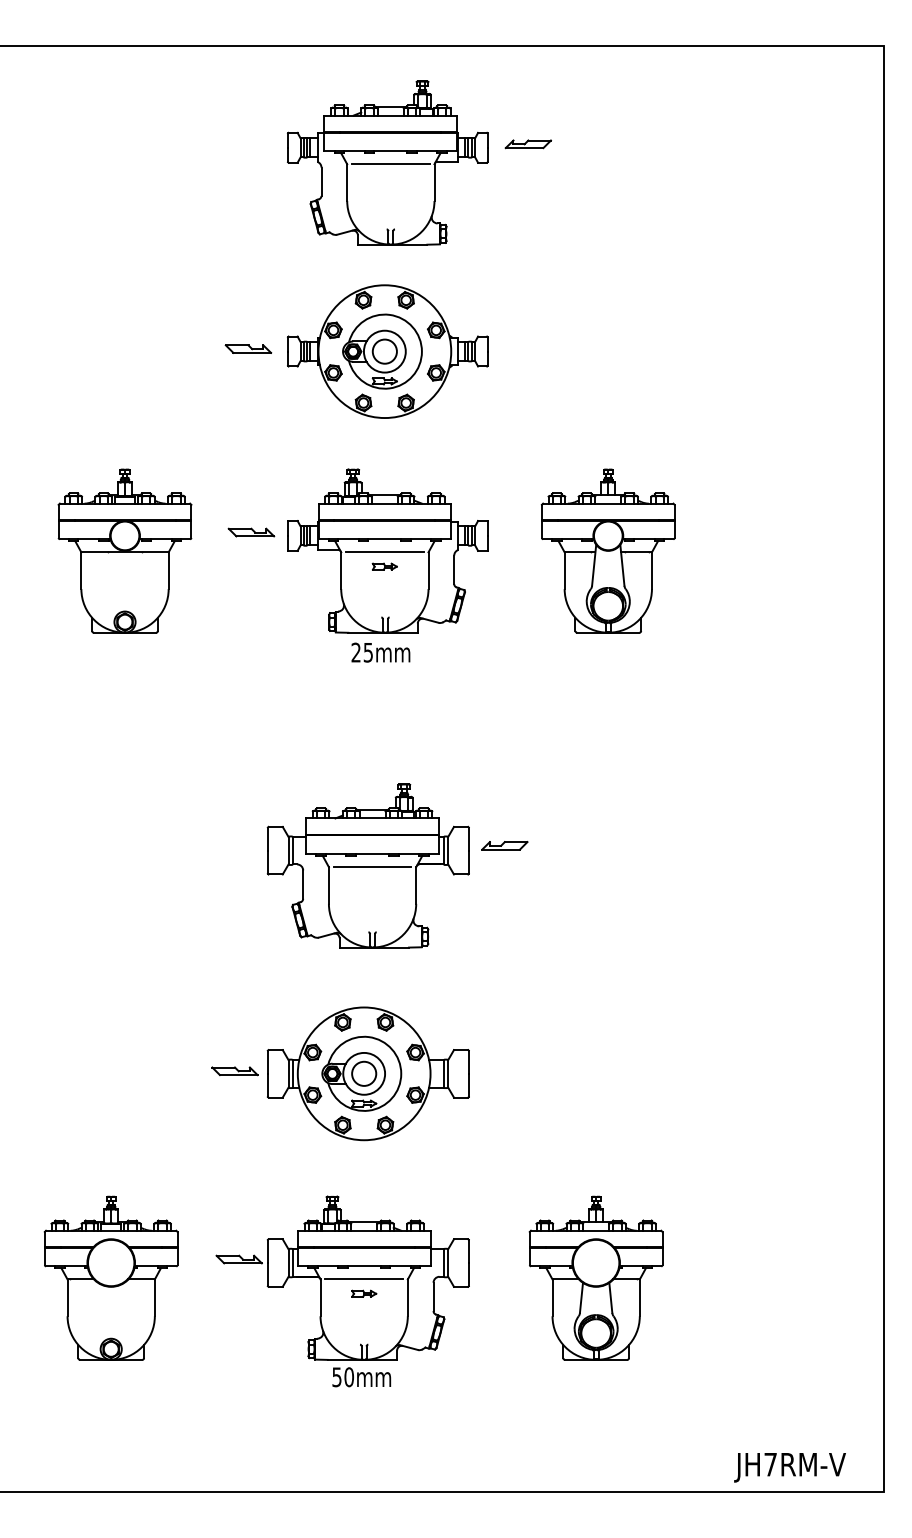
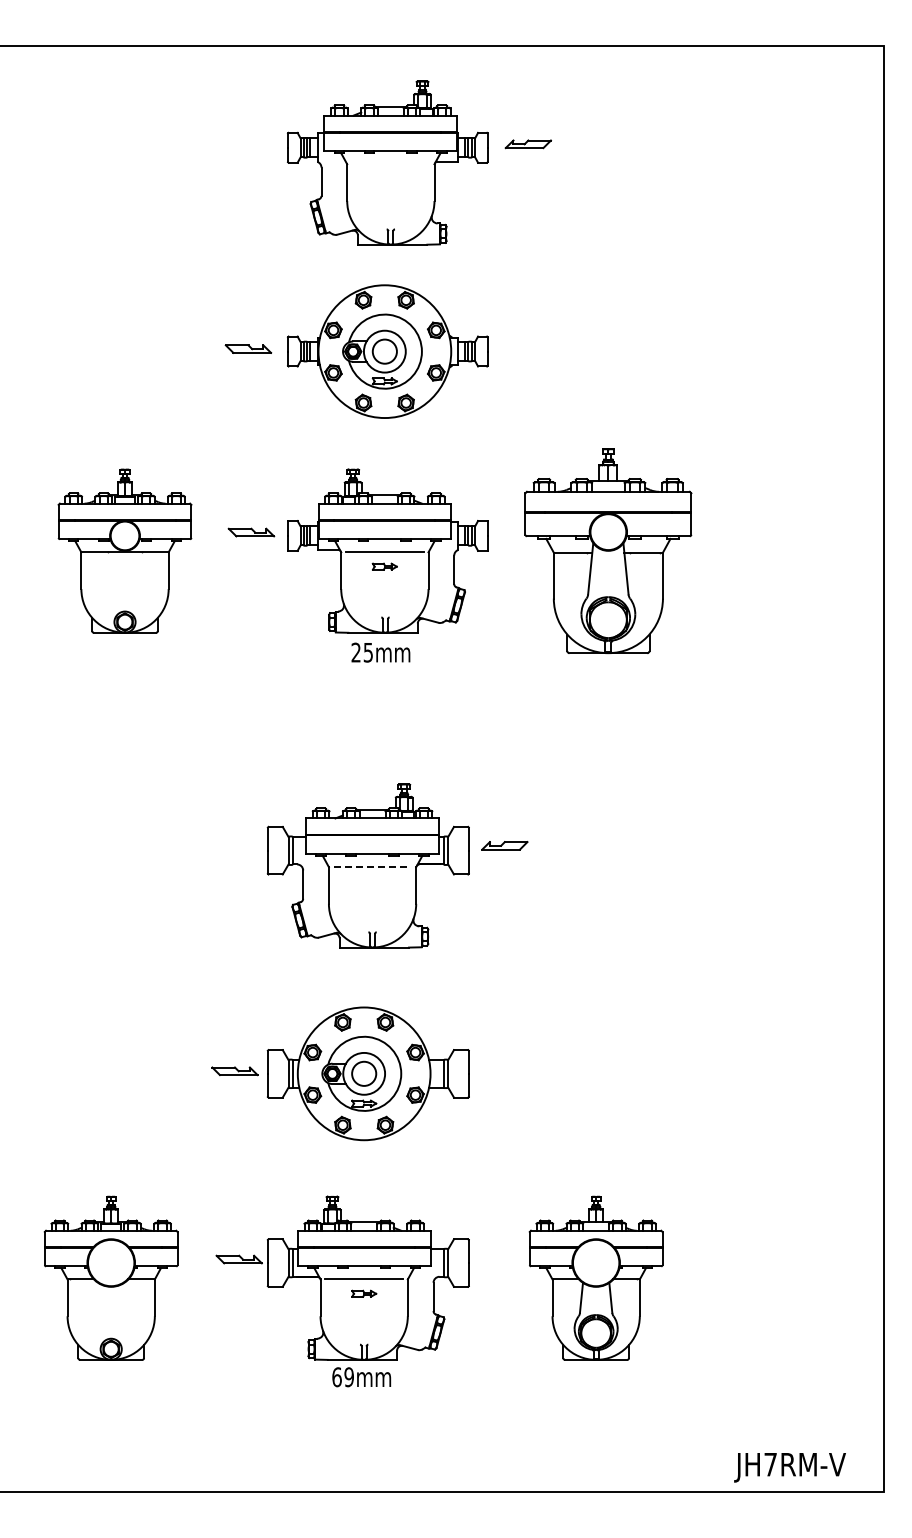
line at (390, 164): present -> none
part at (607, 550) size: 136x166 px -> 169x206 px
line at (372, 867): solid -> dashed
text at (342, 1377): 50mm -> 69mm
